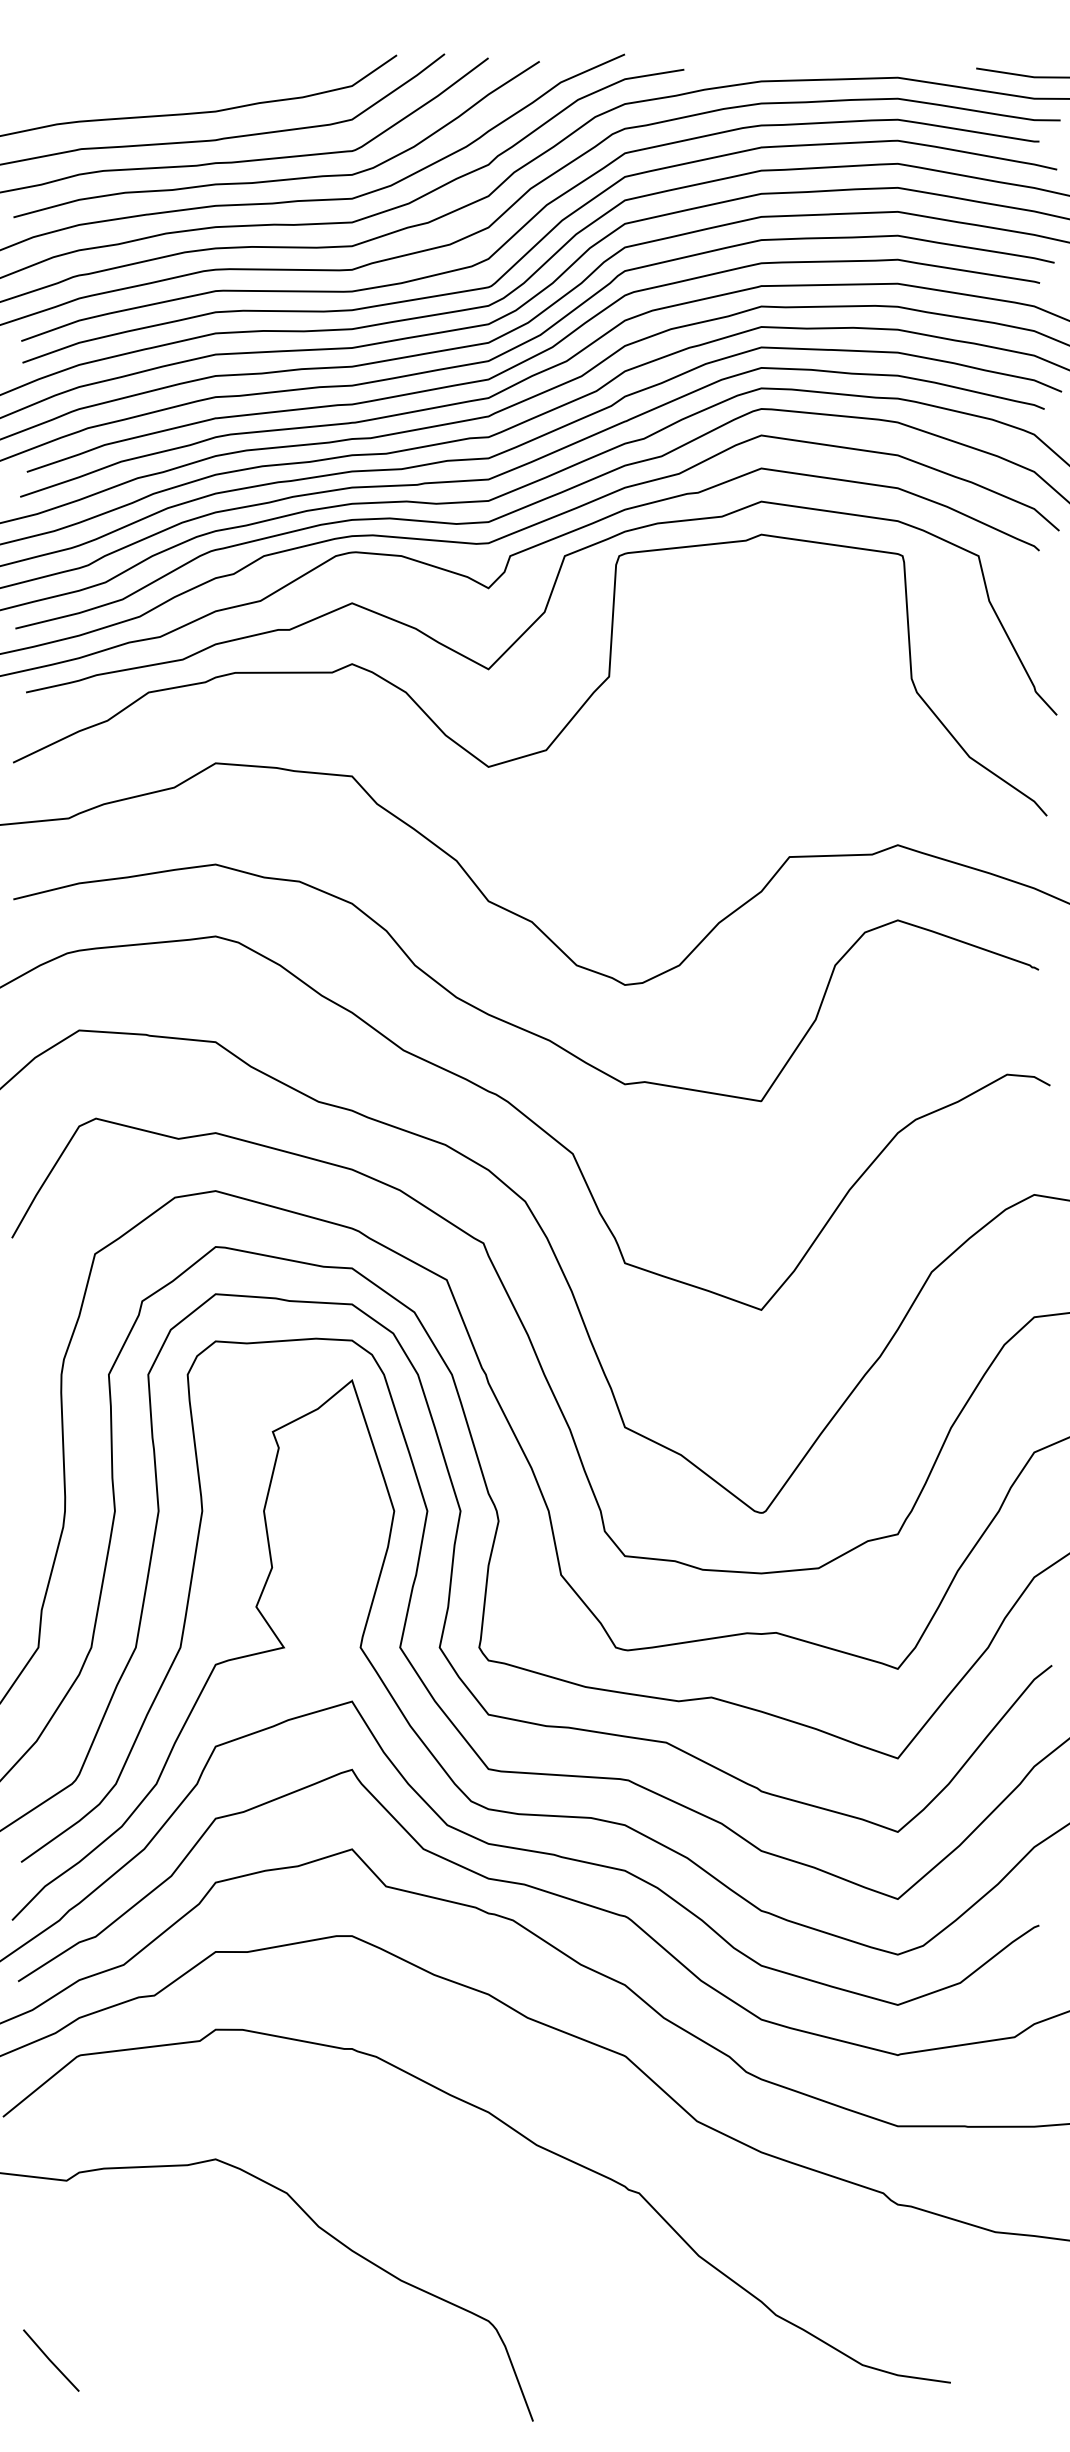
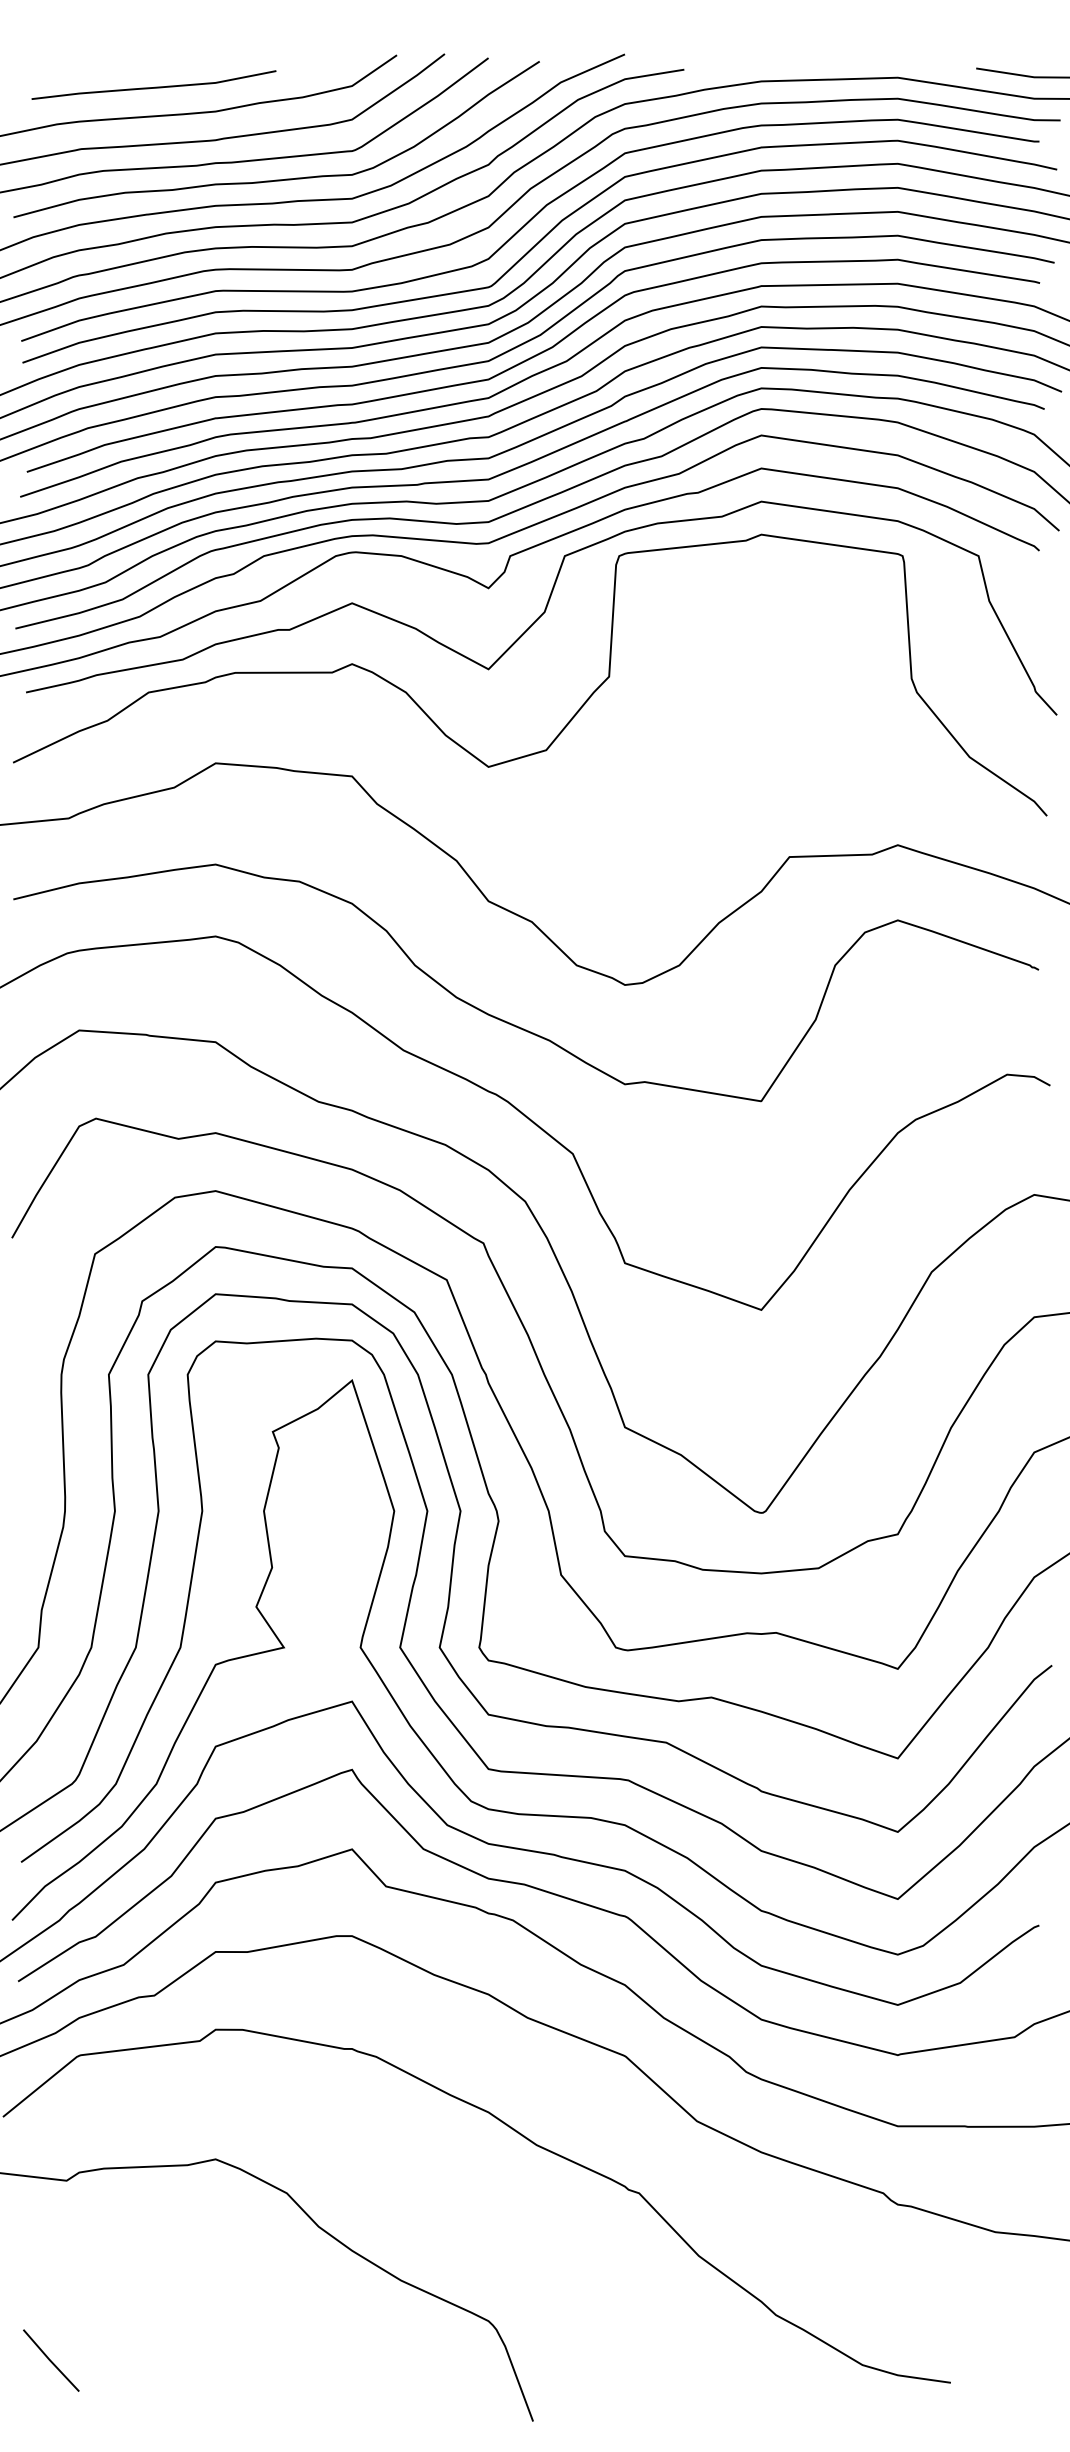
curve at (154, 86): none -> present
